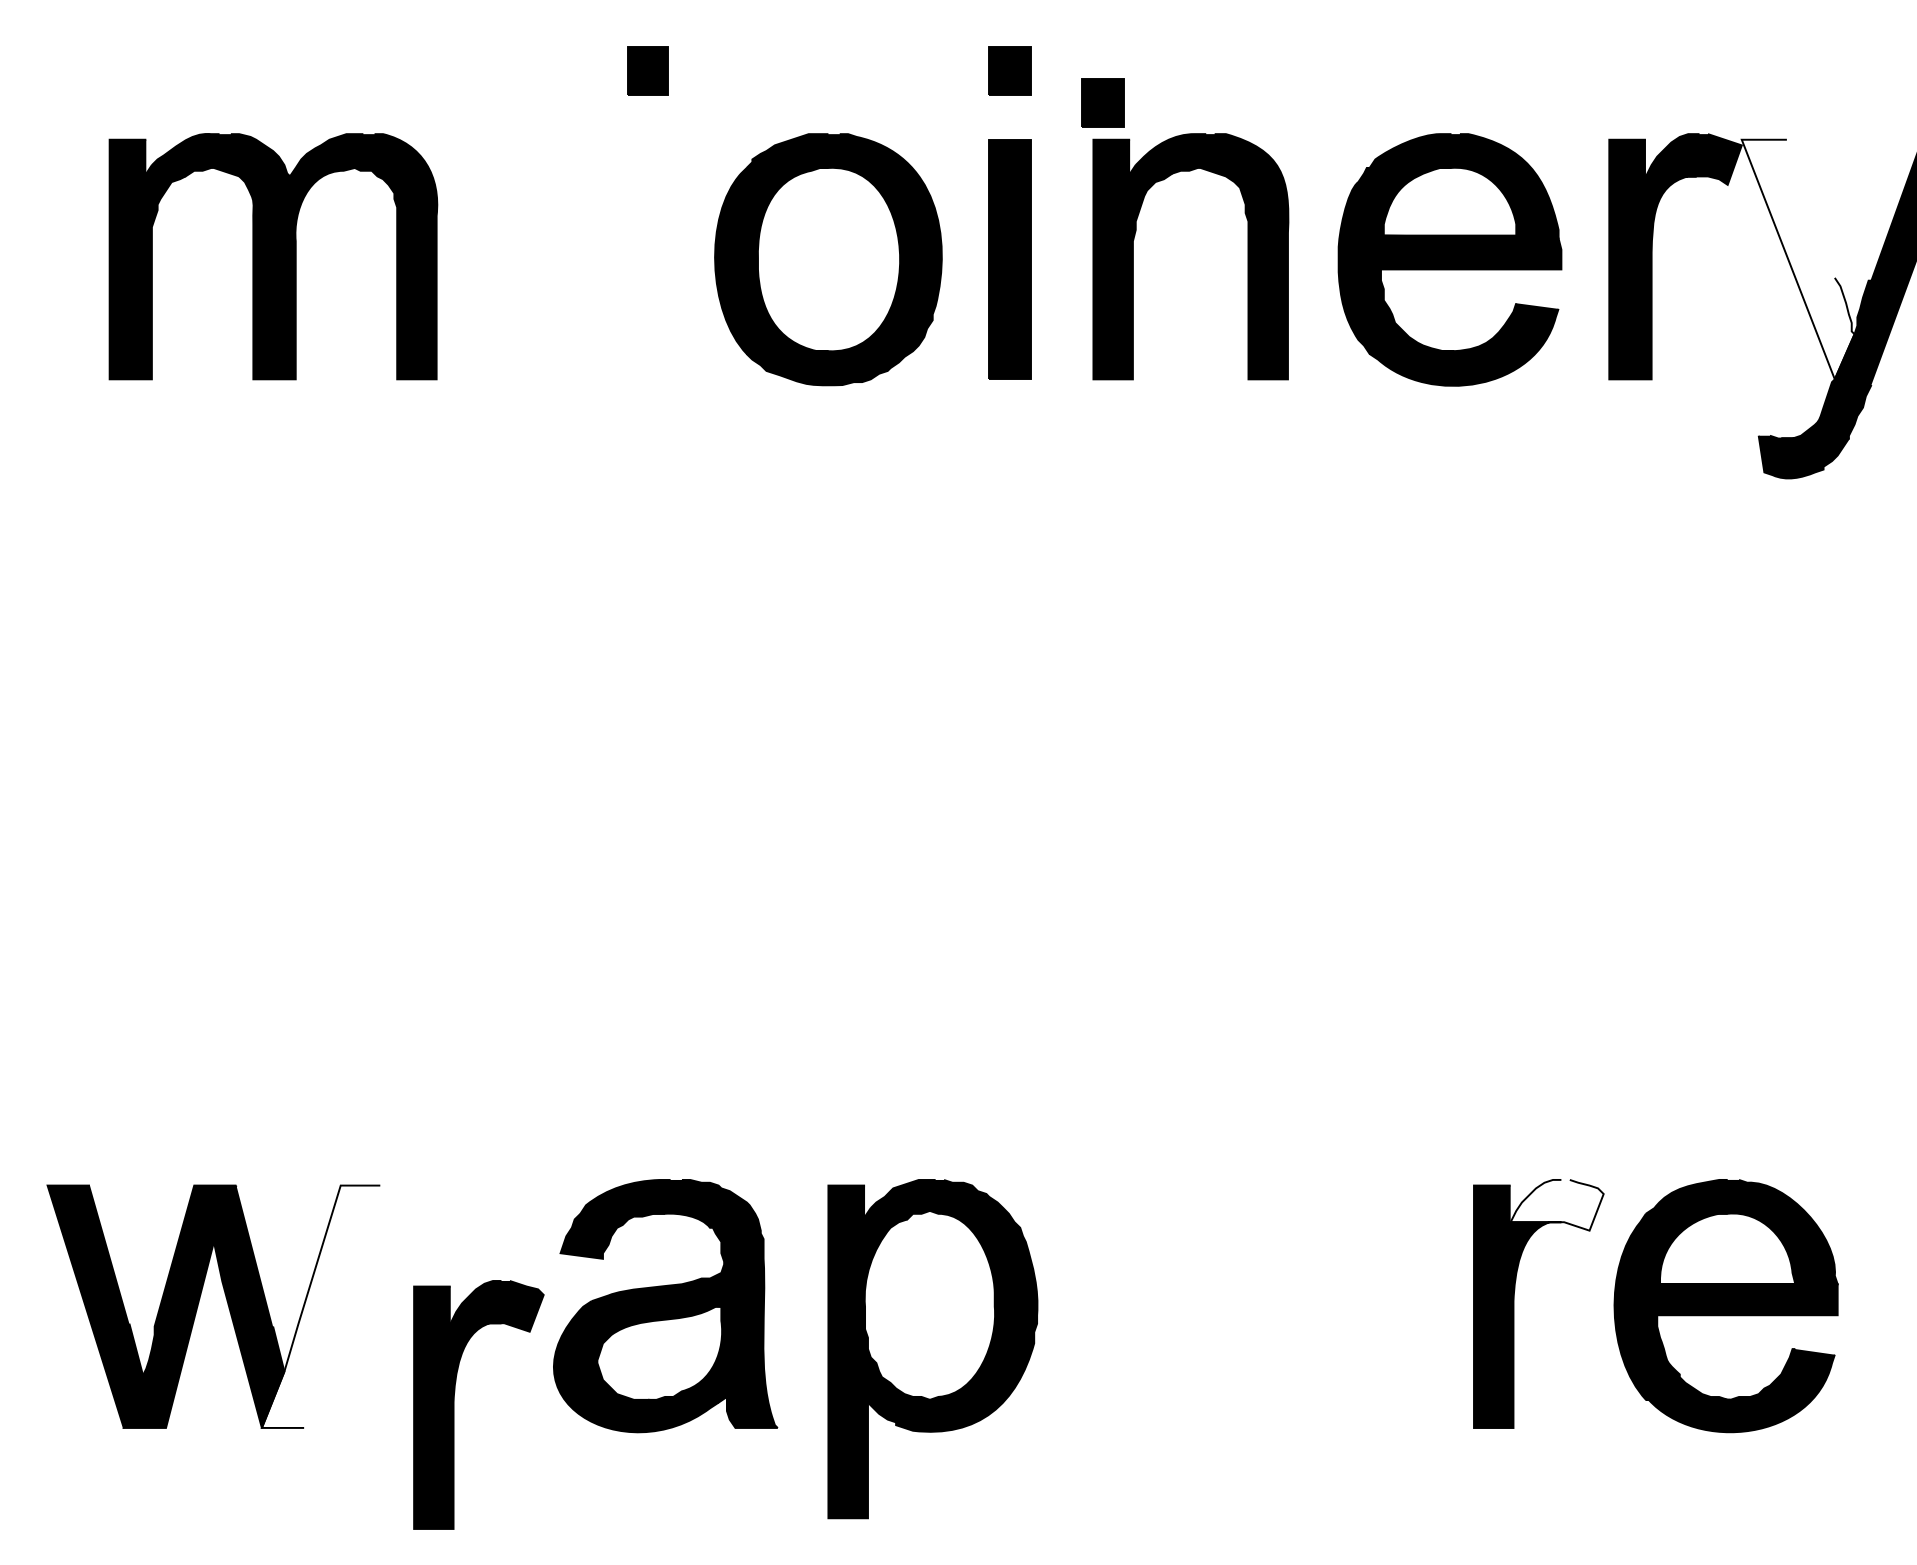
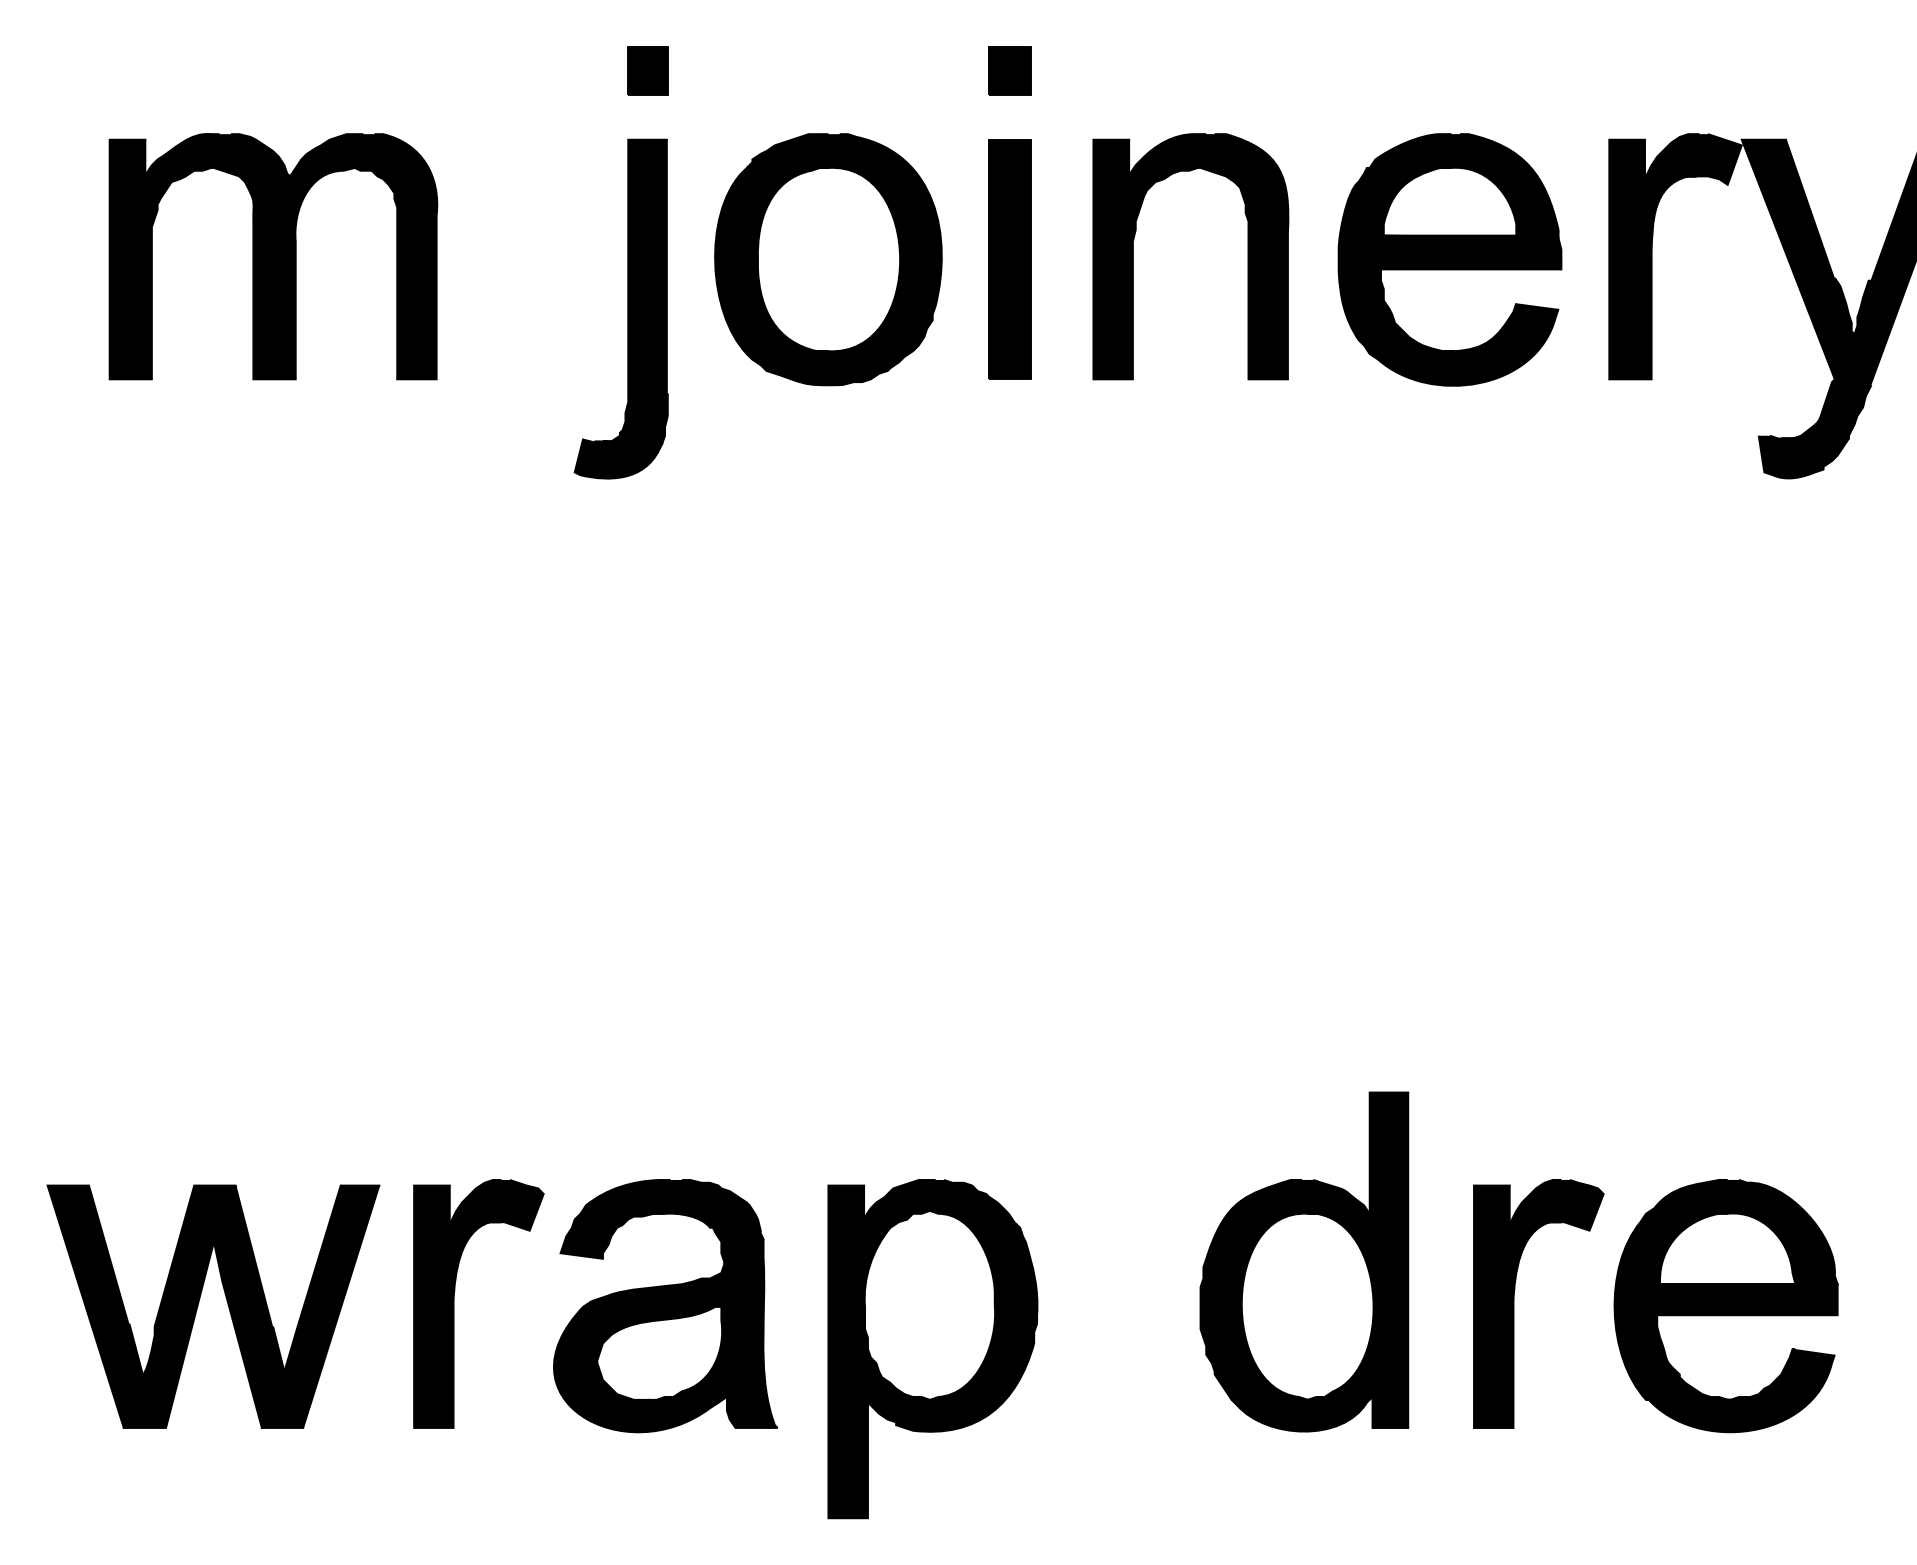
part at (1102, 102): present -> none
fill at (1797, 259): none -> present
part at (627, 308): none -> present
fill at (1556, 1204): none -> present
part at (1304, 1261): none -> present
fill at (320, 1306): none -> present
part at (454, 1404) position: (454, 1404) -> (454, 1303)
